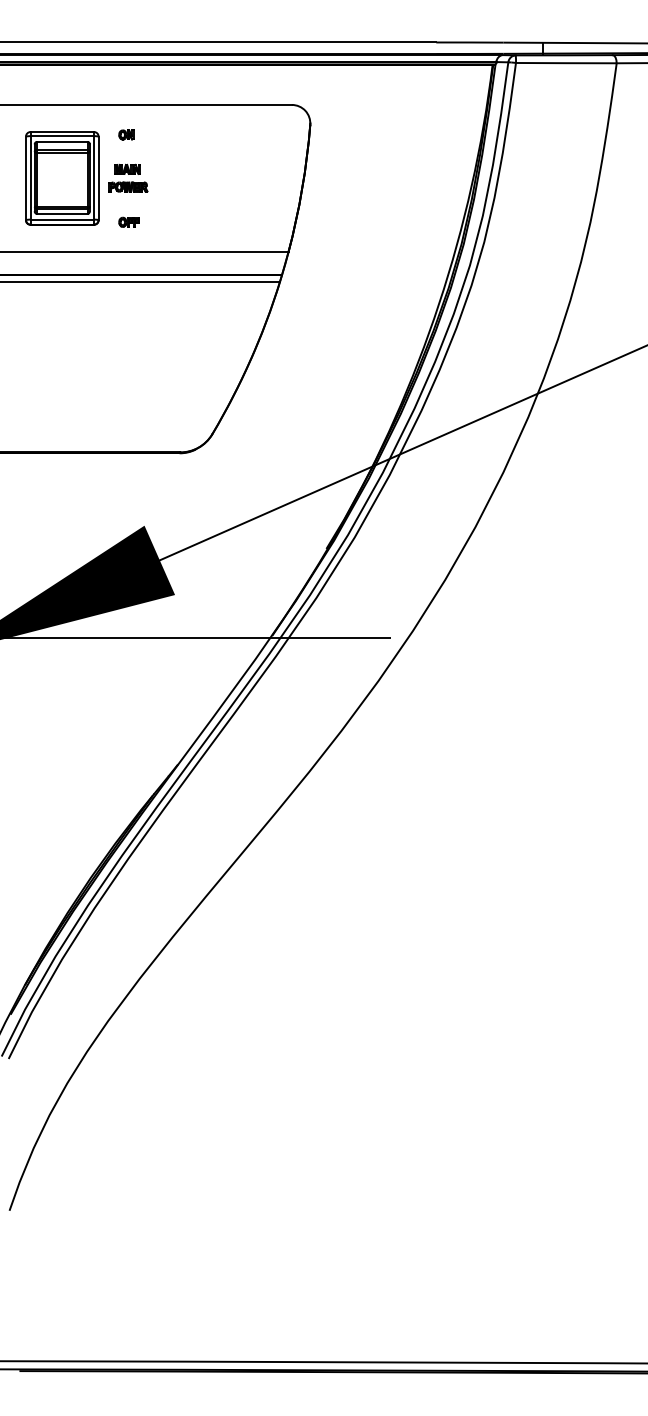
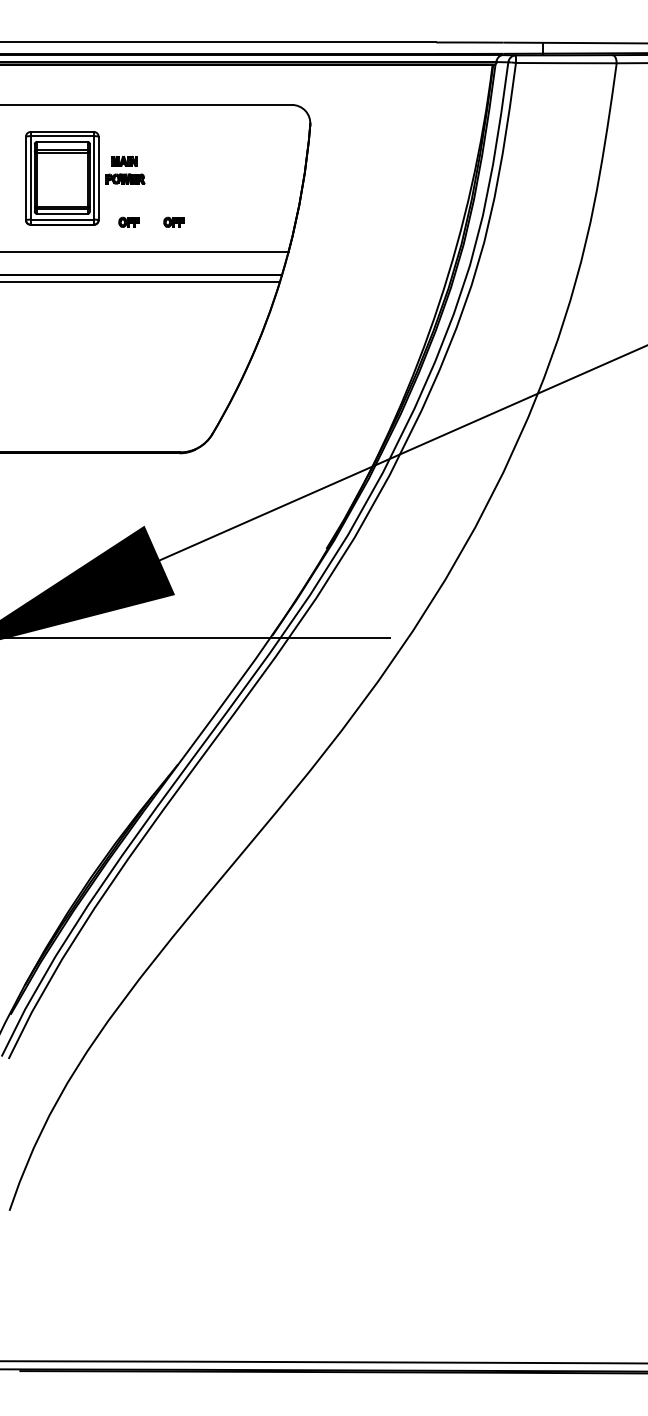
part at (126, 134): present -> none
part at (128, 177) position: (128, 177) -> (125, 169)
part at (173, 221): none -> present
